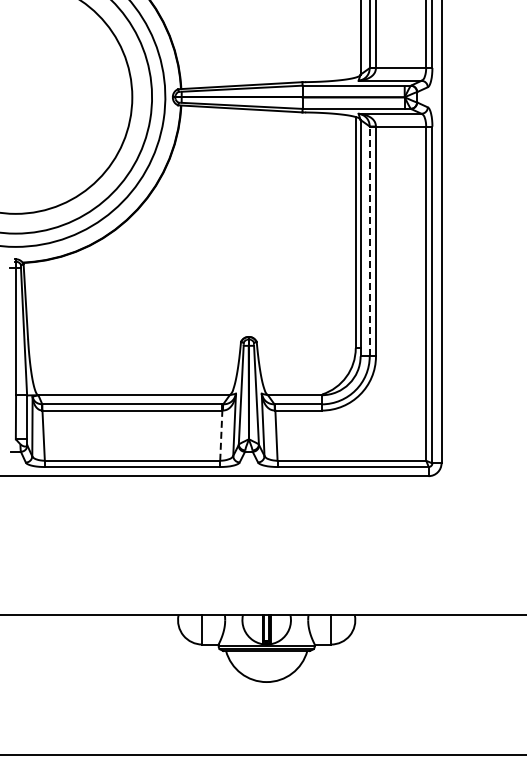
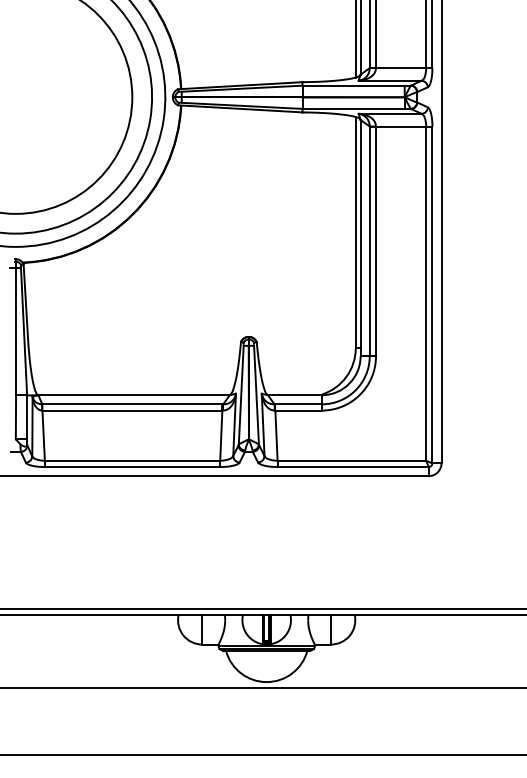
line at (355, 39): none -> present
line at (369, 241): dashed -> solid
line at (221, 435): dashed -> solid
line at (262, 608): none -> present
line at (262, 688): none -> present
